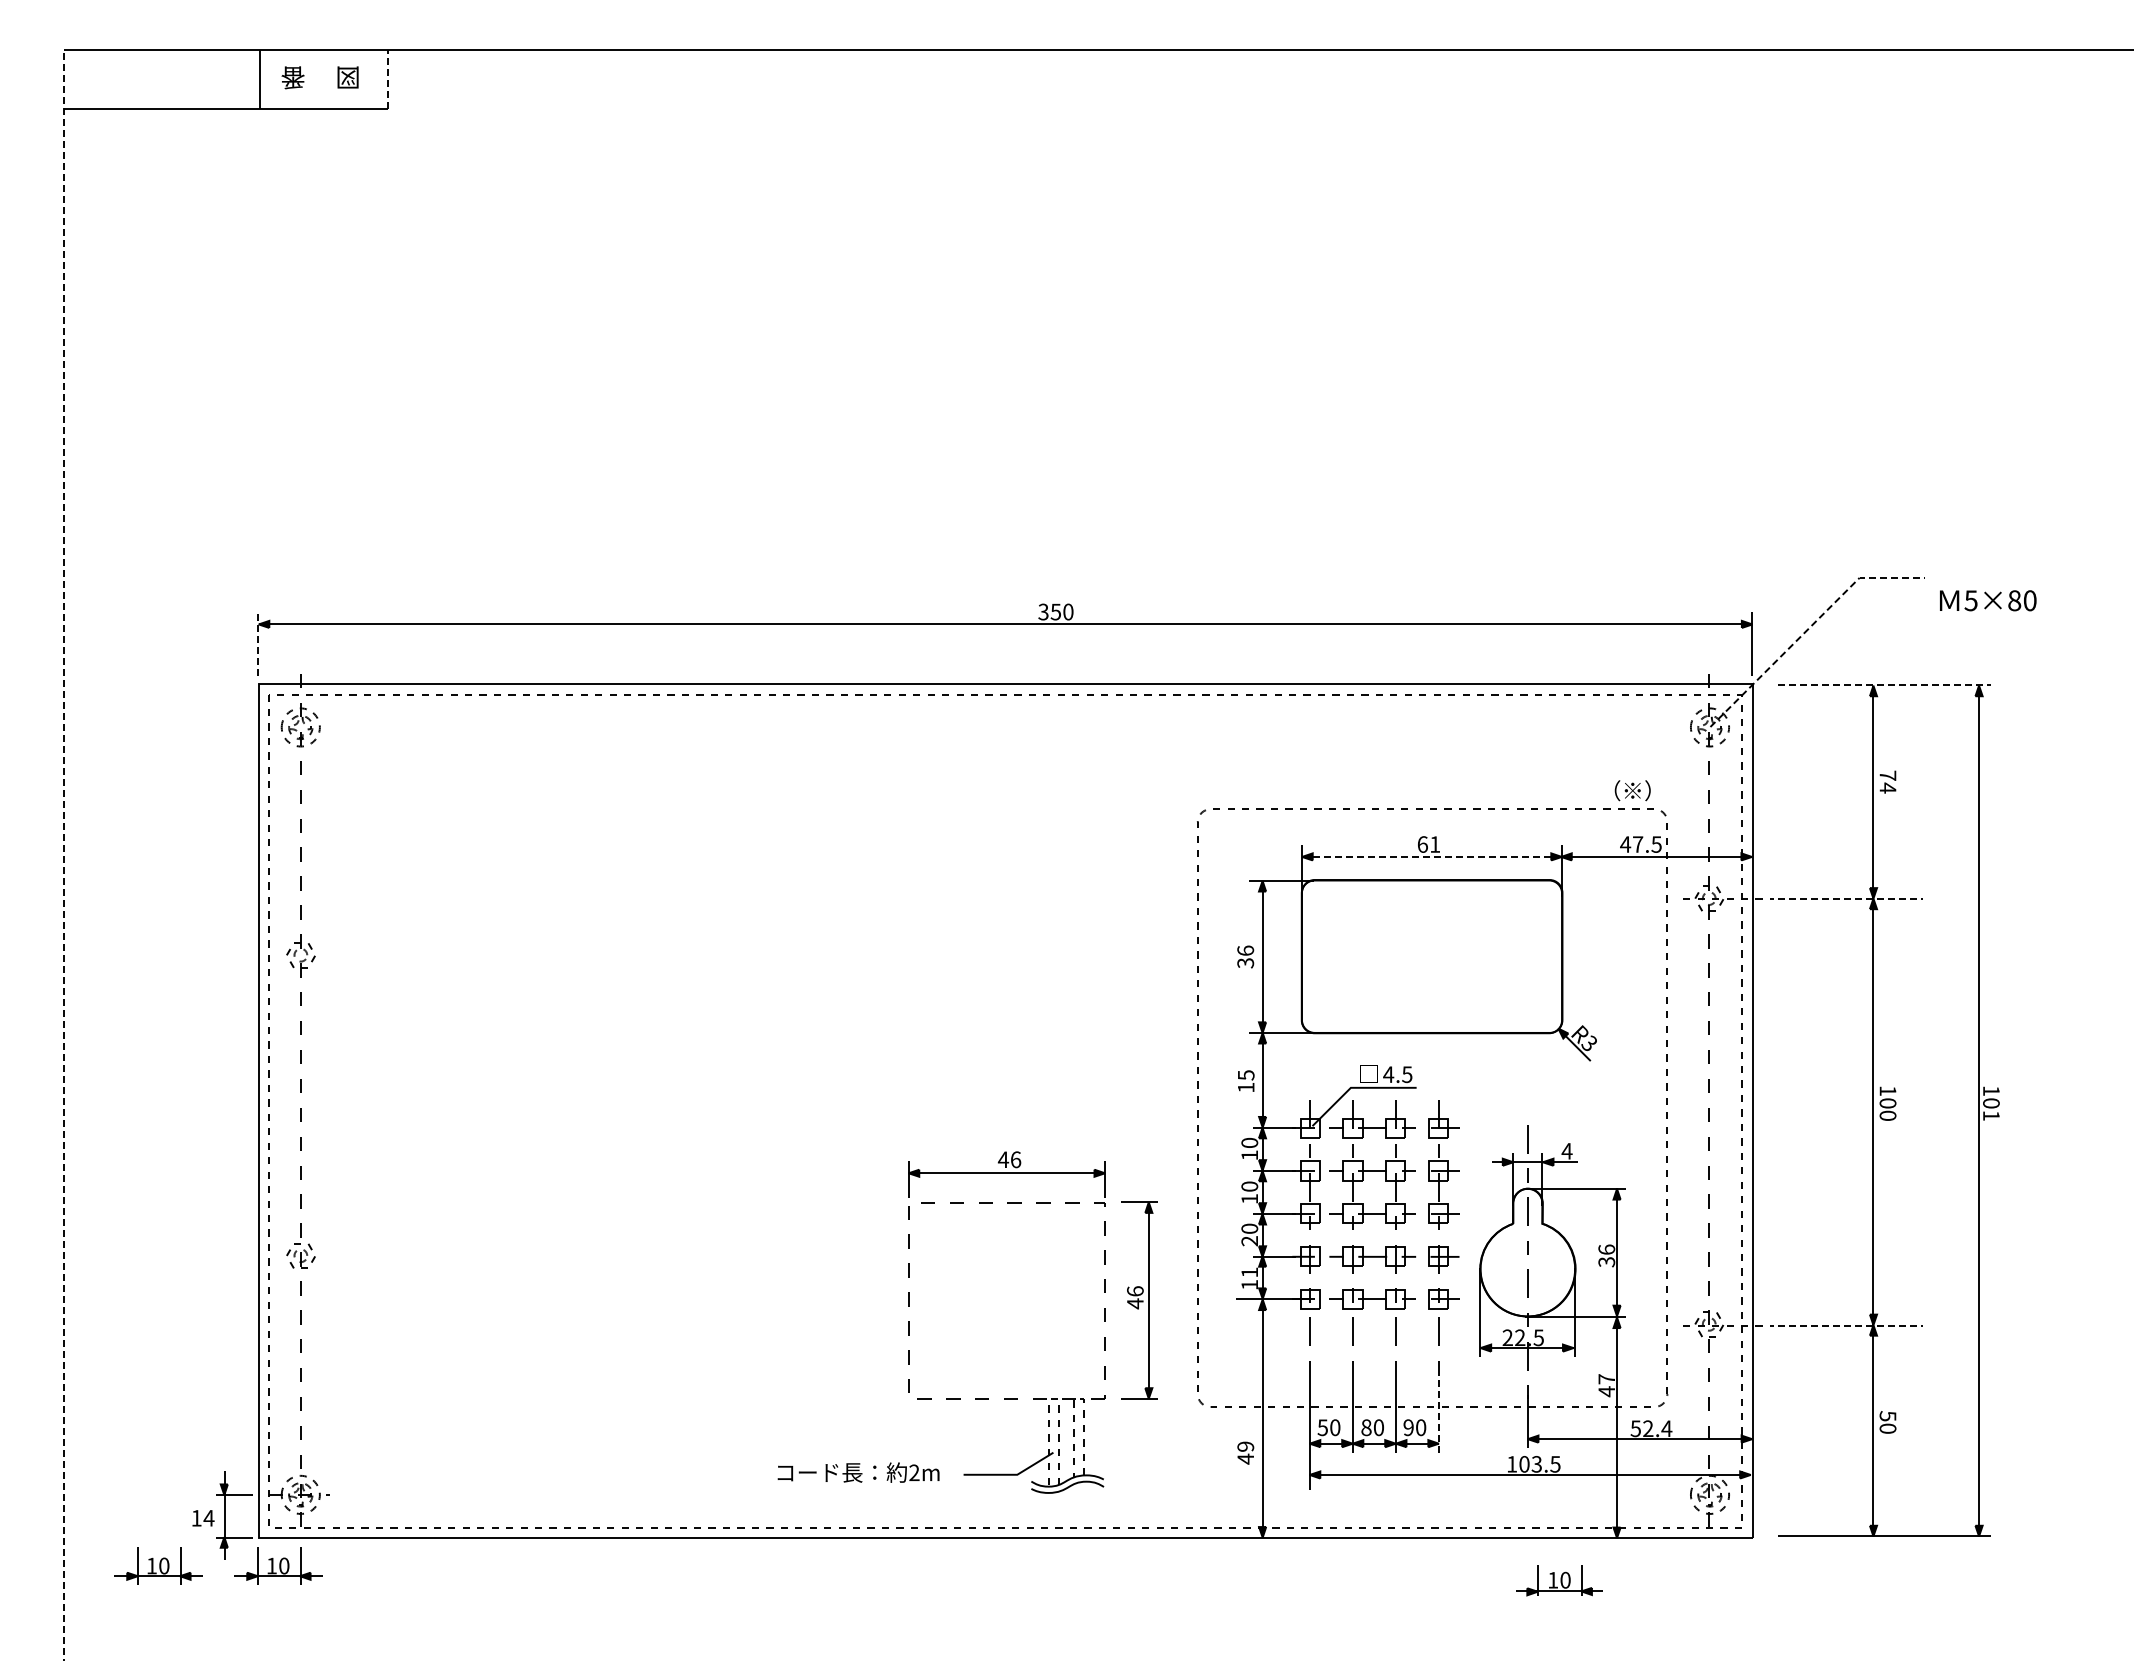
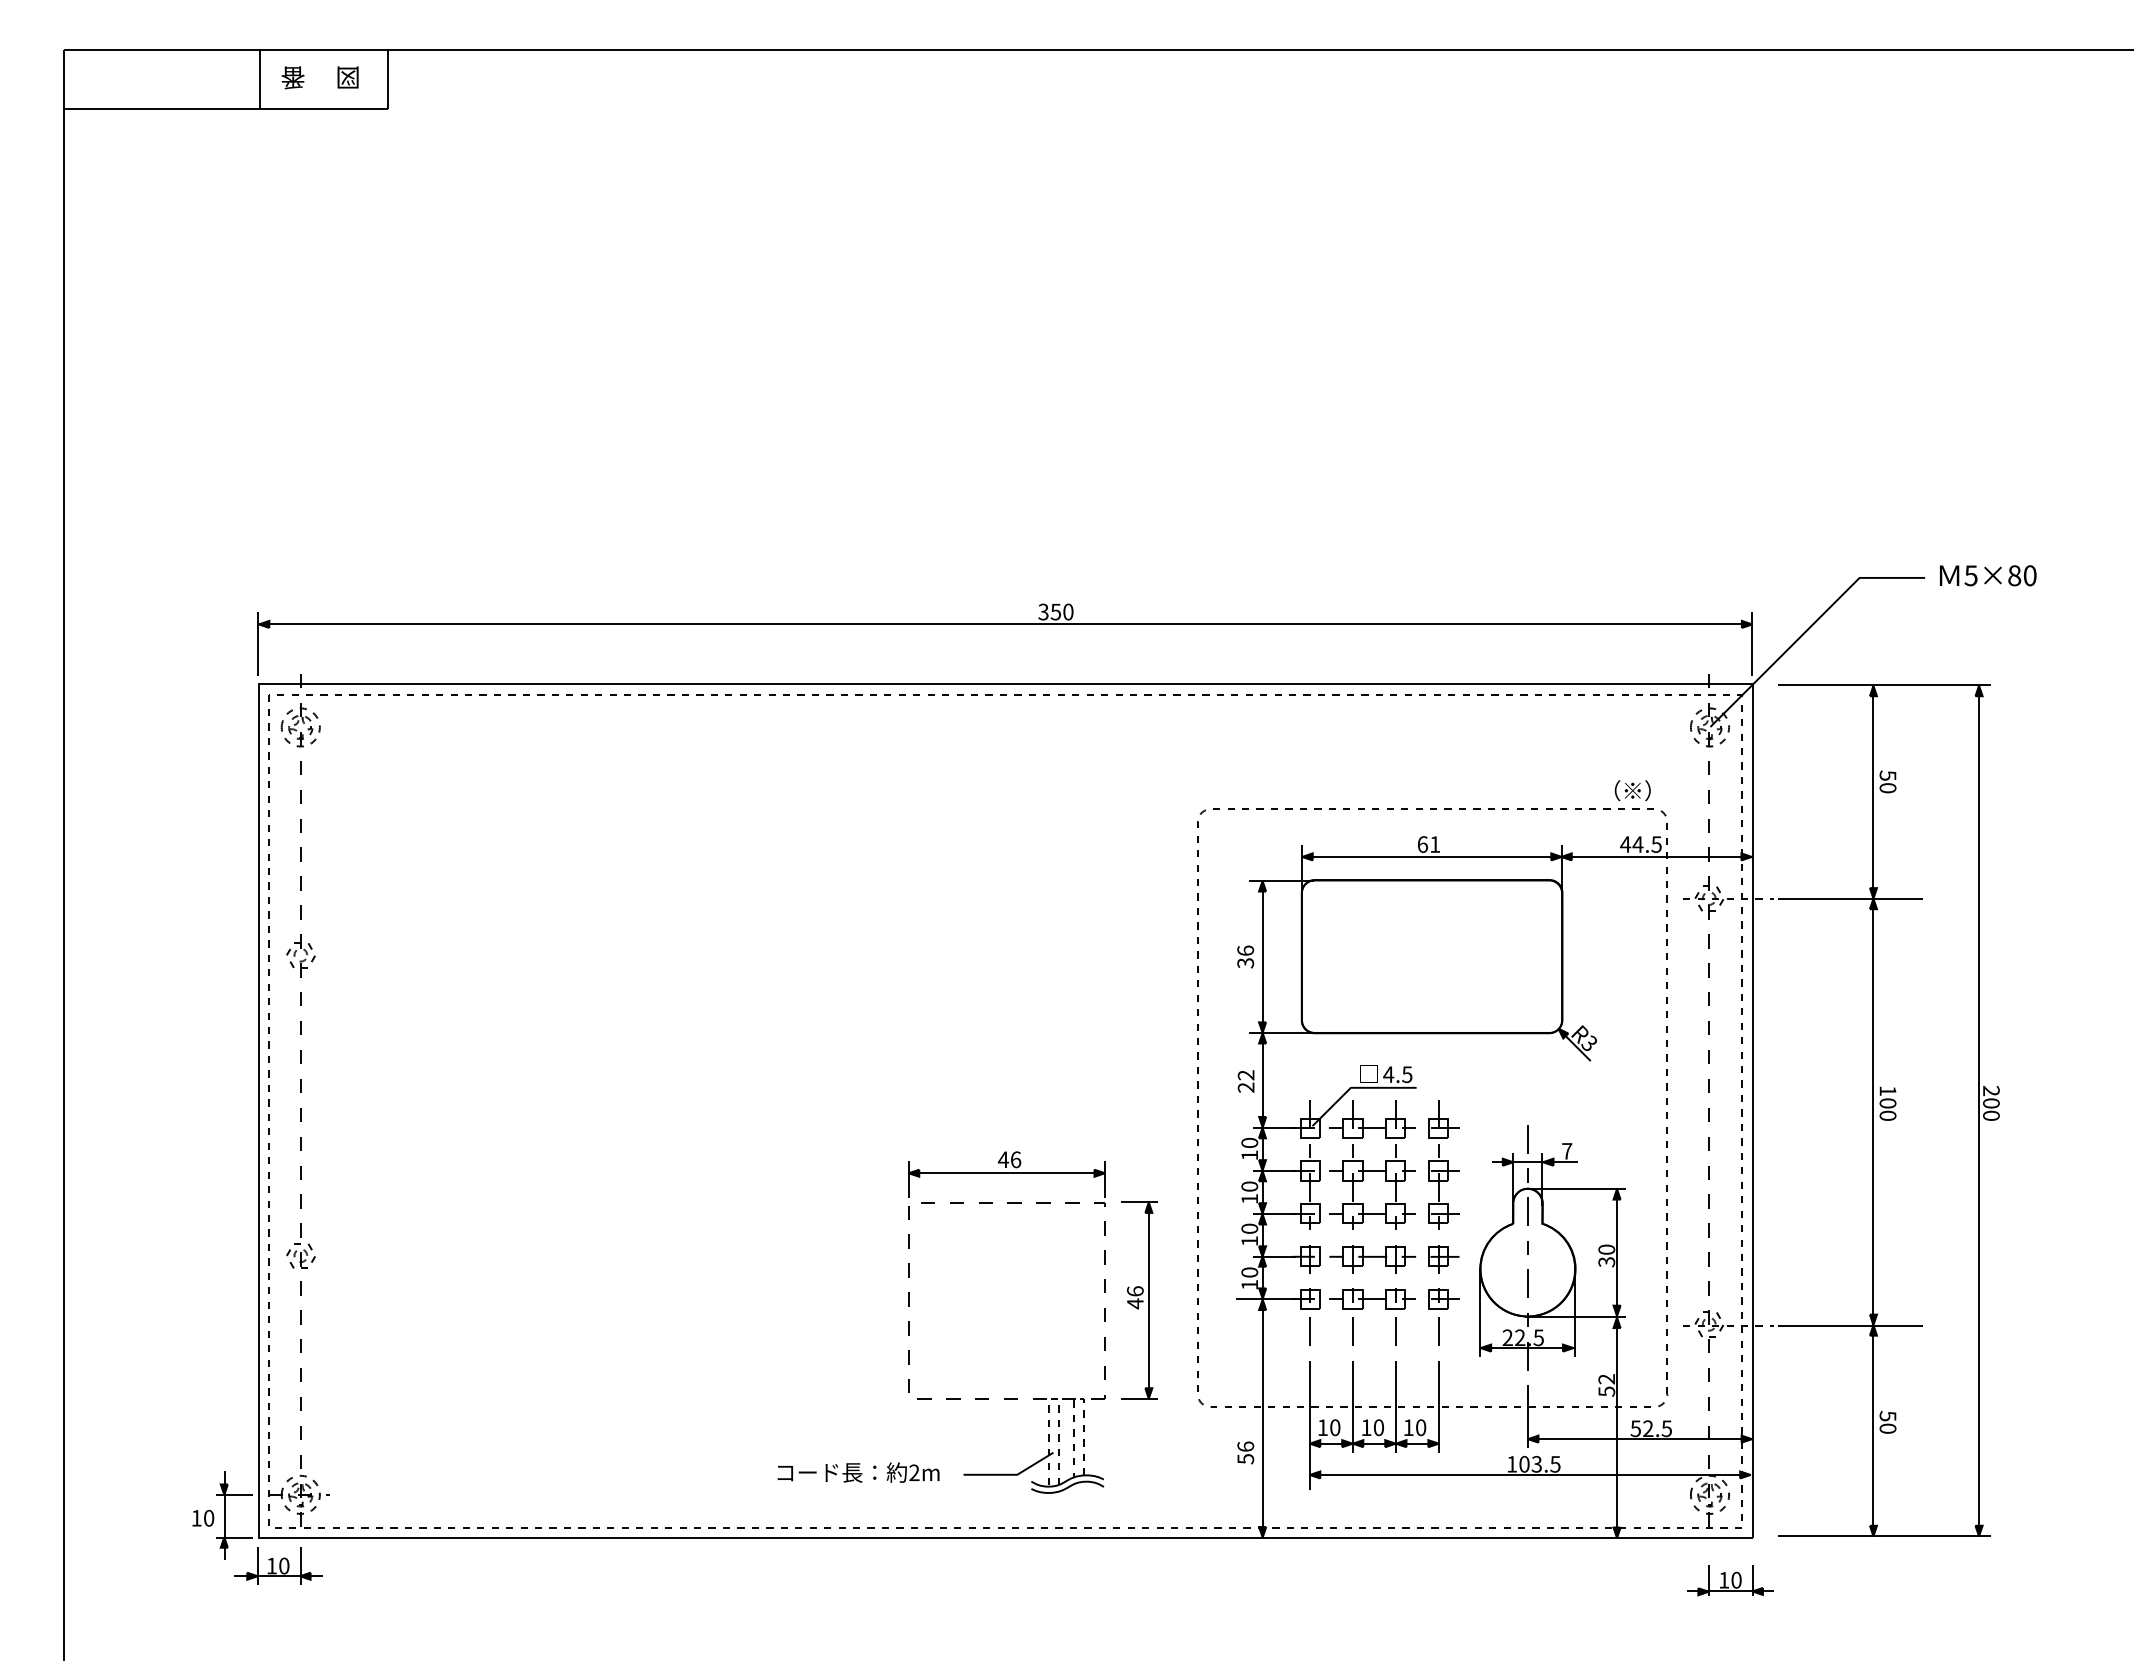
line at (387, 79): dashed -> solid
text at (1988, 600) position: (1988, 600) -> (1988, 575)
line at (1808, 628): dashed -> solid
line at (258, 643): dashed -> solid
line at (1885, 685): dashed -> solid
text at (1887, 781): 74 -> 50
text at (1637, 844): 47.5 -> 44.5
line at (64, 854): dashed -> solid
line at (1432, 856): dashed -> solid
line at (1851, 898): dashed -> solid
text at (1245, 1081): 15 -> 22
text at (1991, 1102): 101 -> 200
text at (1566, 1151): 4 -> 7
text at (1249, 1241): 20 -> 10
text at (1606, 1249): 36 -> 30
text at (1249, 1272): 11 -> 10
line at (1851, 1325): dashed -> solid
text at (1606, 1385): 47 -> 52
line at (1438, 1413): dashed -> solid
text at (1322, 1427): 50 -> 10
text at (1366, 1427): 80 -> 10
text at (1408, 1427): 90 -> 10
text at (1666, 1428): 52.4 -> 52.5
text at (1245, 1452): 49 -> 56
text at (208, 1517): 14 -> 10
part at (158, 1565): present -> none
part at (1559, 1580) position: (1559, 1580) -> (1730, 1580)
